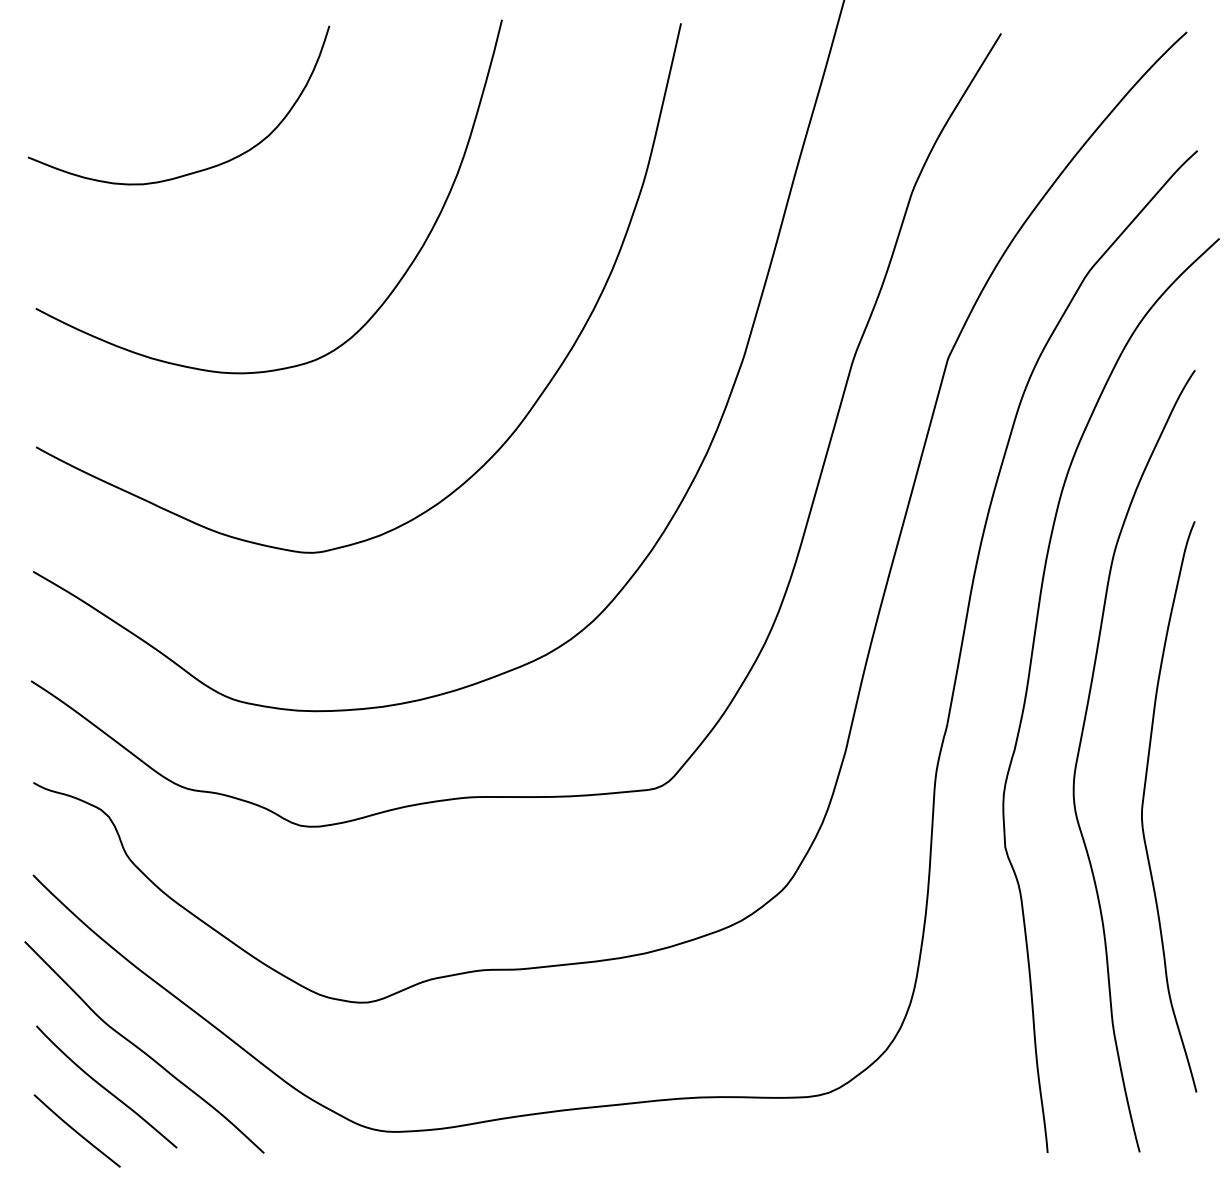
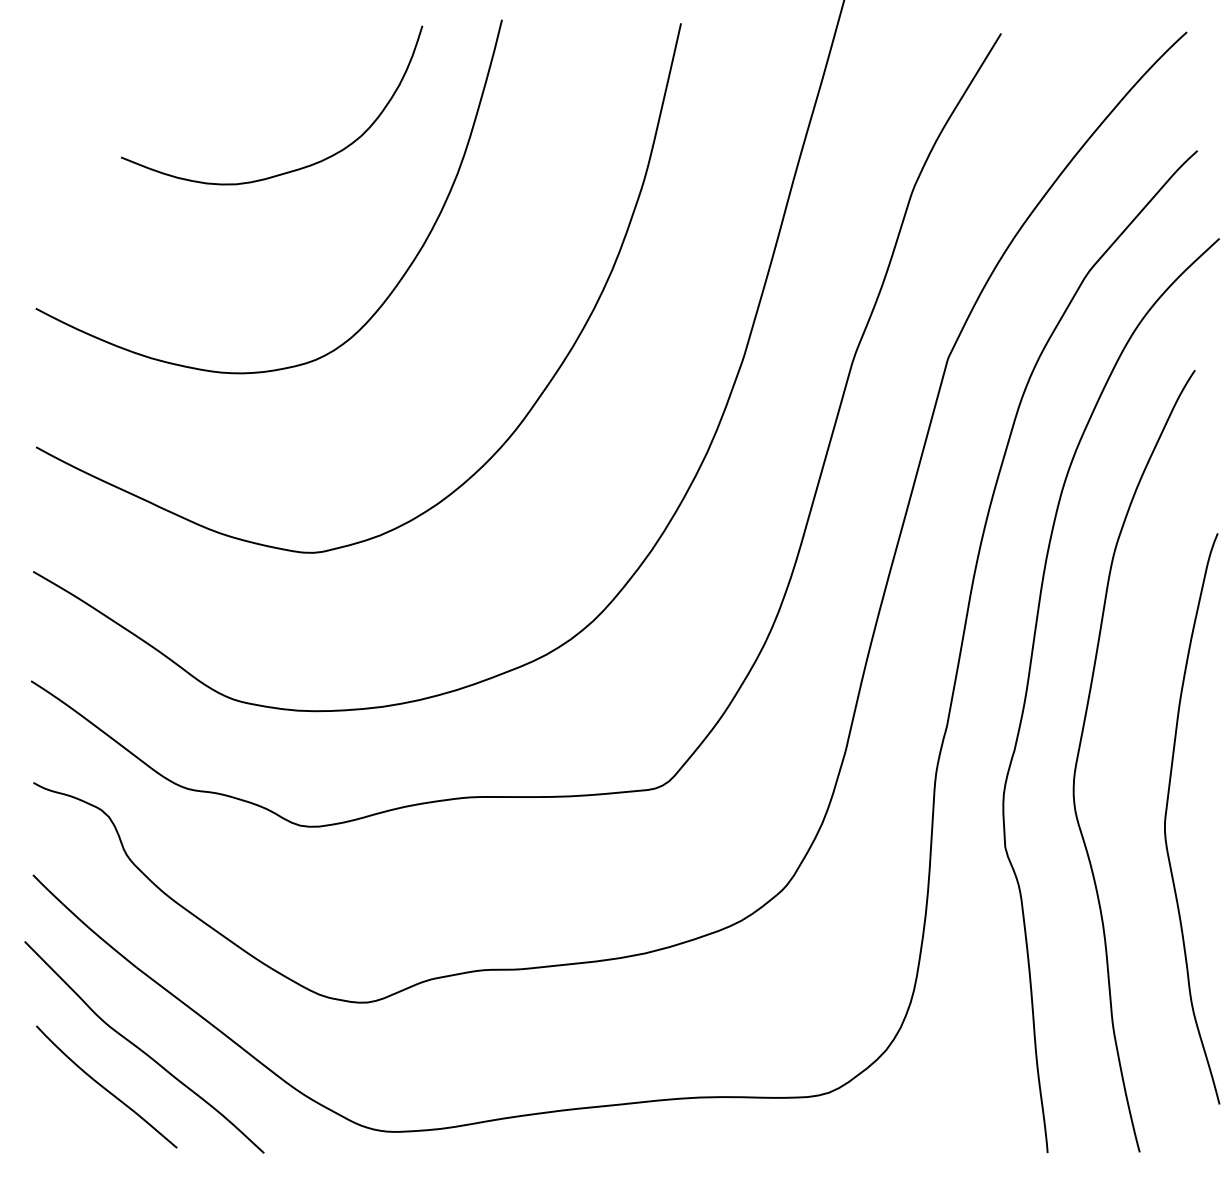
curve at (197, 170) position: (197, 170) -> (290, 170)
curve at (1144, 799) position: (1144, 799) -> (1167, 811)
curve at (76, 1130): present -> none
